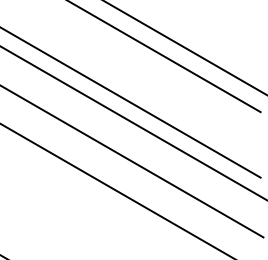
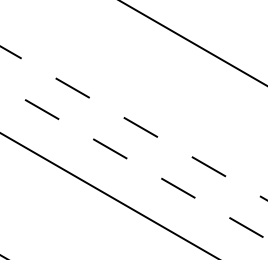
line at (185, 47) position: (185, 47) -> (193, 43)
line at (165, 57): present -> none
line at (131, 102): present -> none
line at (133, 123): solid -> dashed
line at (131, 161): solid -> dashed
line at (116, 190) position: (116, 190) -> (108, 195)
